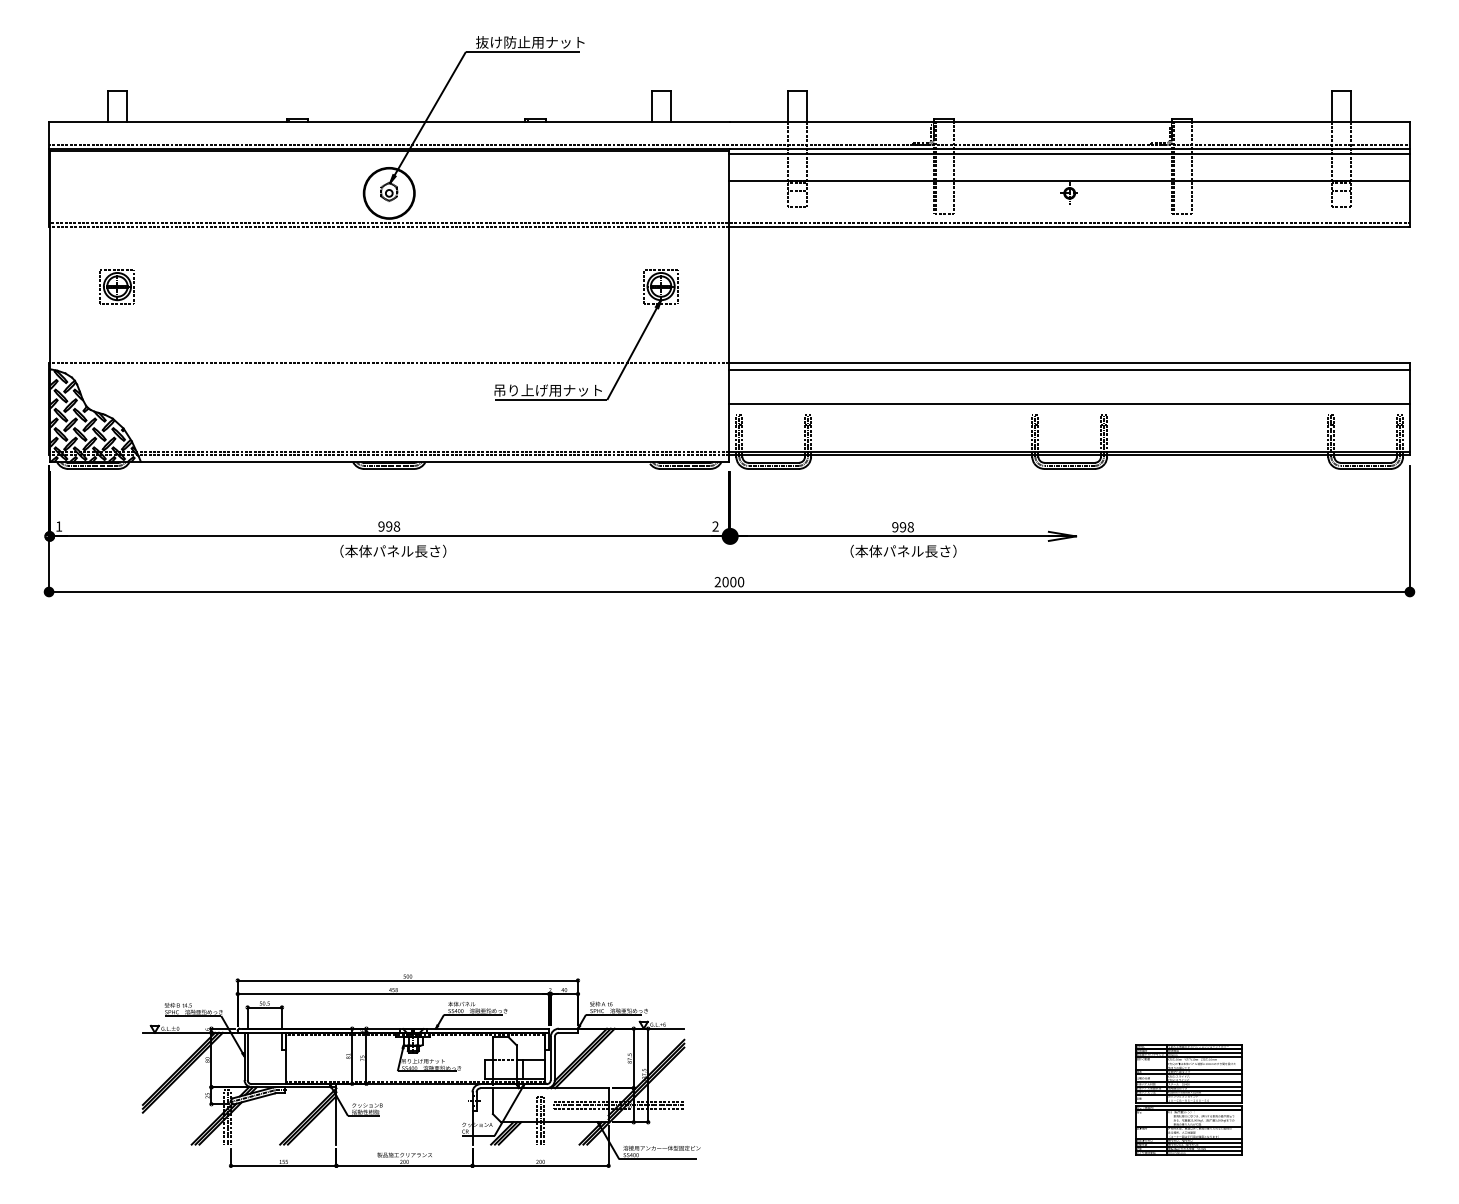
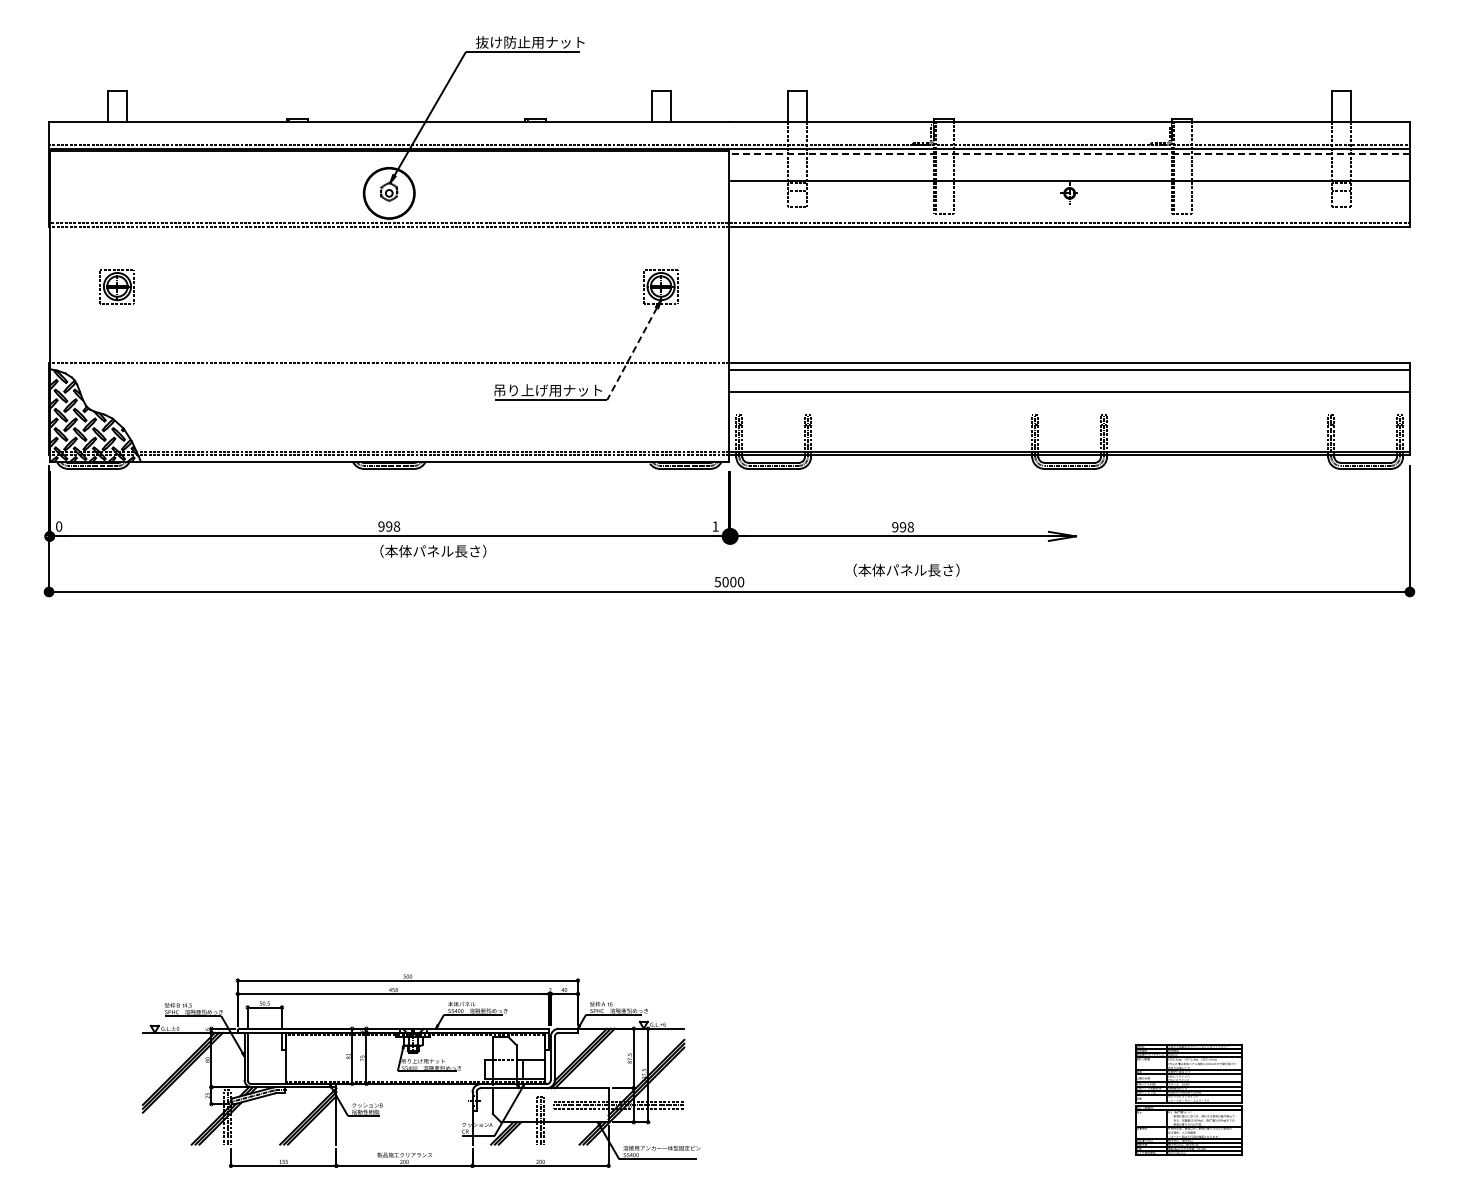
line at (1069, 153): solid -> dashed
line at (631, 354): solid -> dashed
line at (1068, 404) position: (1068, 404) -> (1068, 392)
text at (59, 526): 1 -> 0
text at (715, 526): 2 -> 1
text at (393, 550) position: (393, 550) -> (433, 550)
text at (903, 550) position: (903, 550) -> (906, 569)
text at (717, 581): 2000 -> 5000
